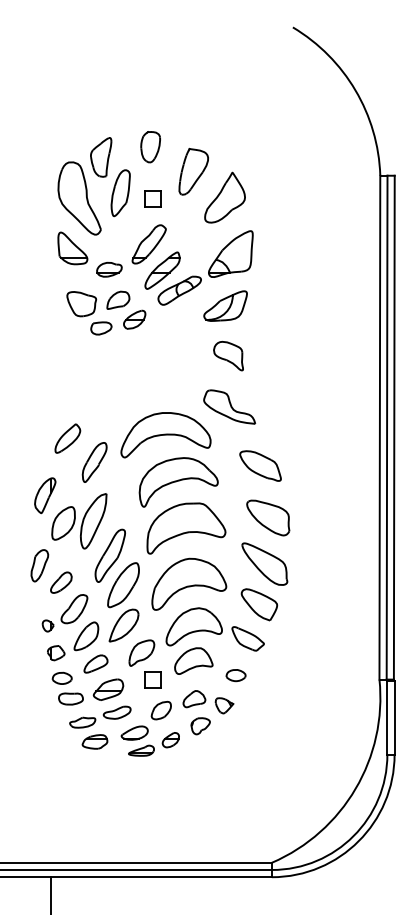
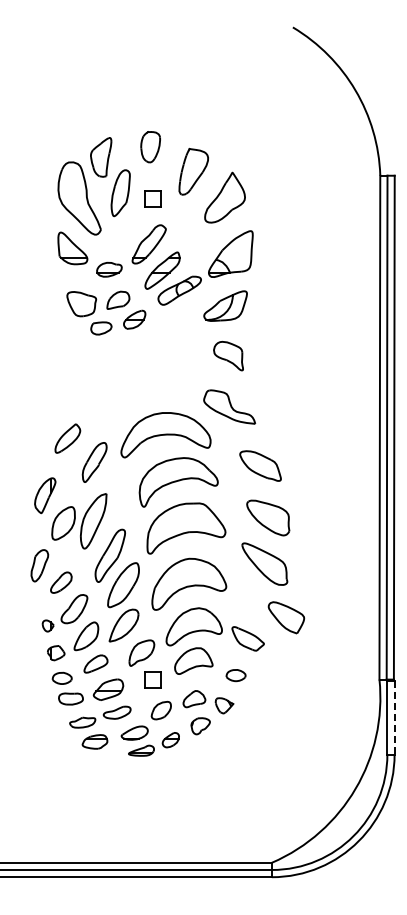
part at (259, 604) position: (259, 604) -> (286, 617)
line at (394, 718): solid -> dashed
line at (50, 894): present -> none
